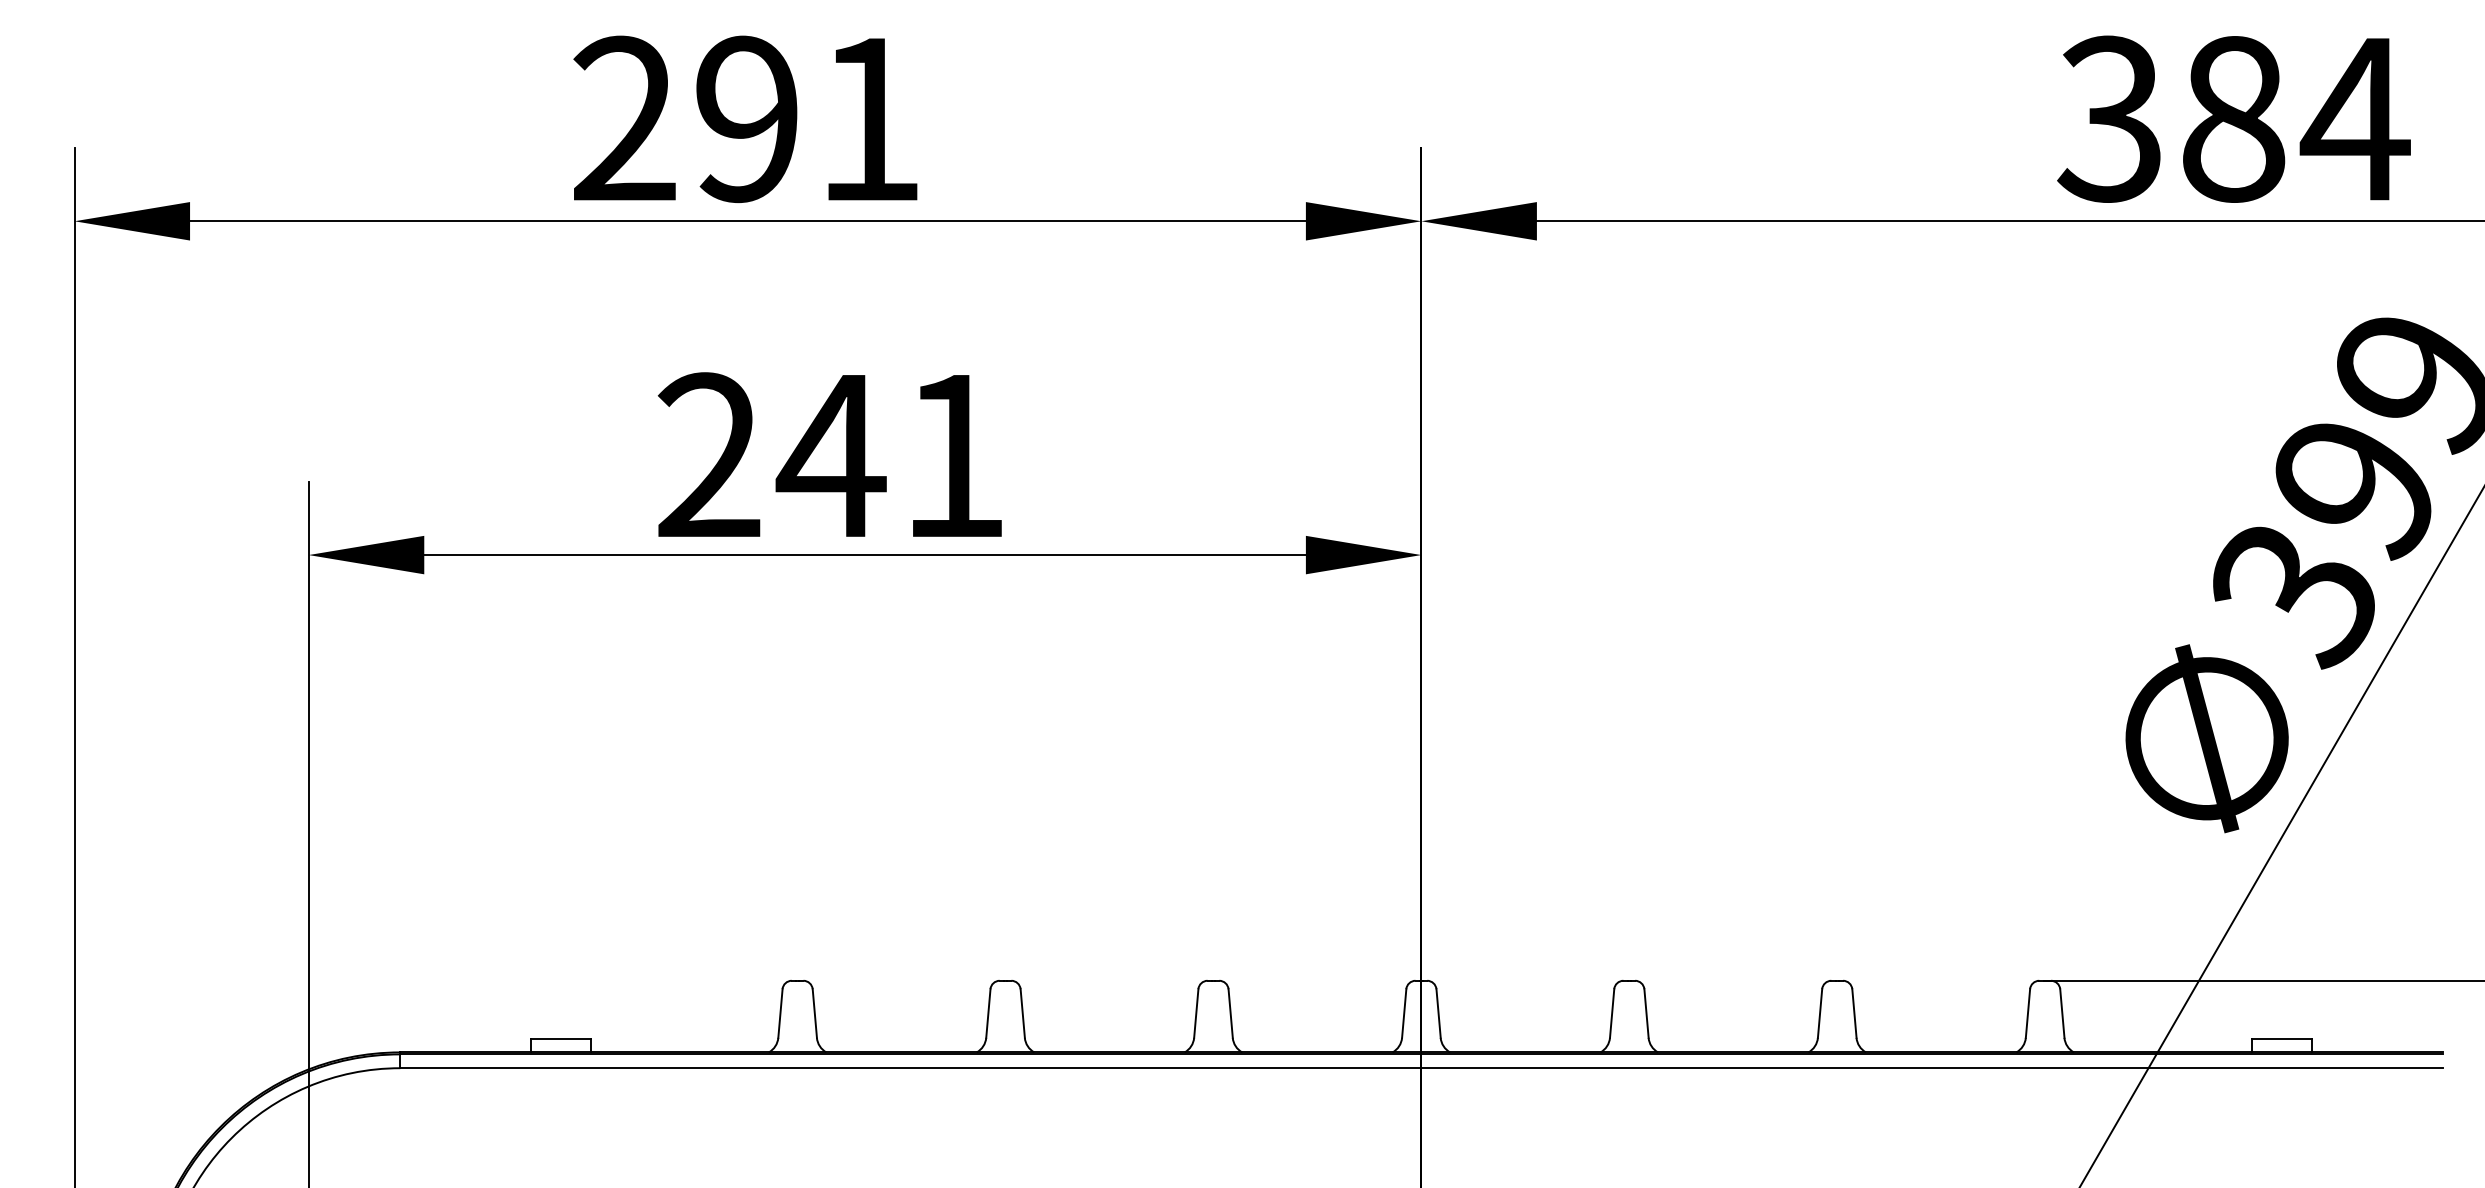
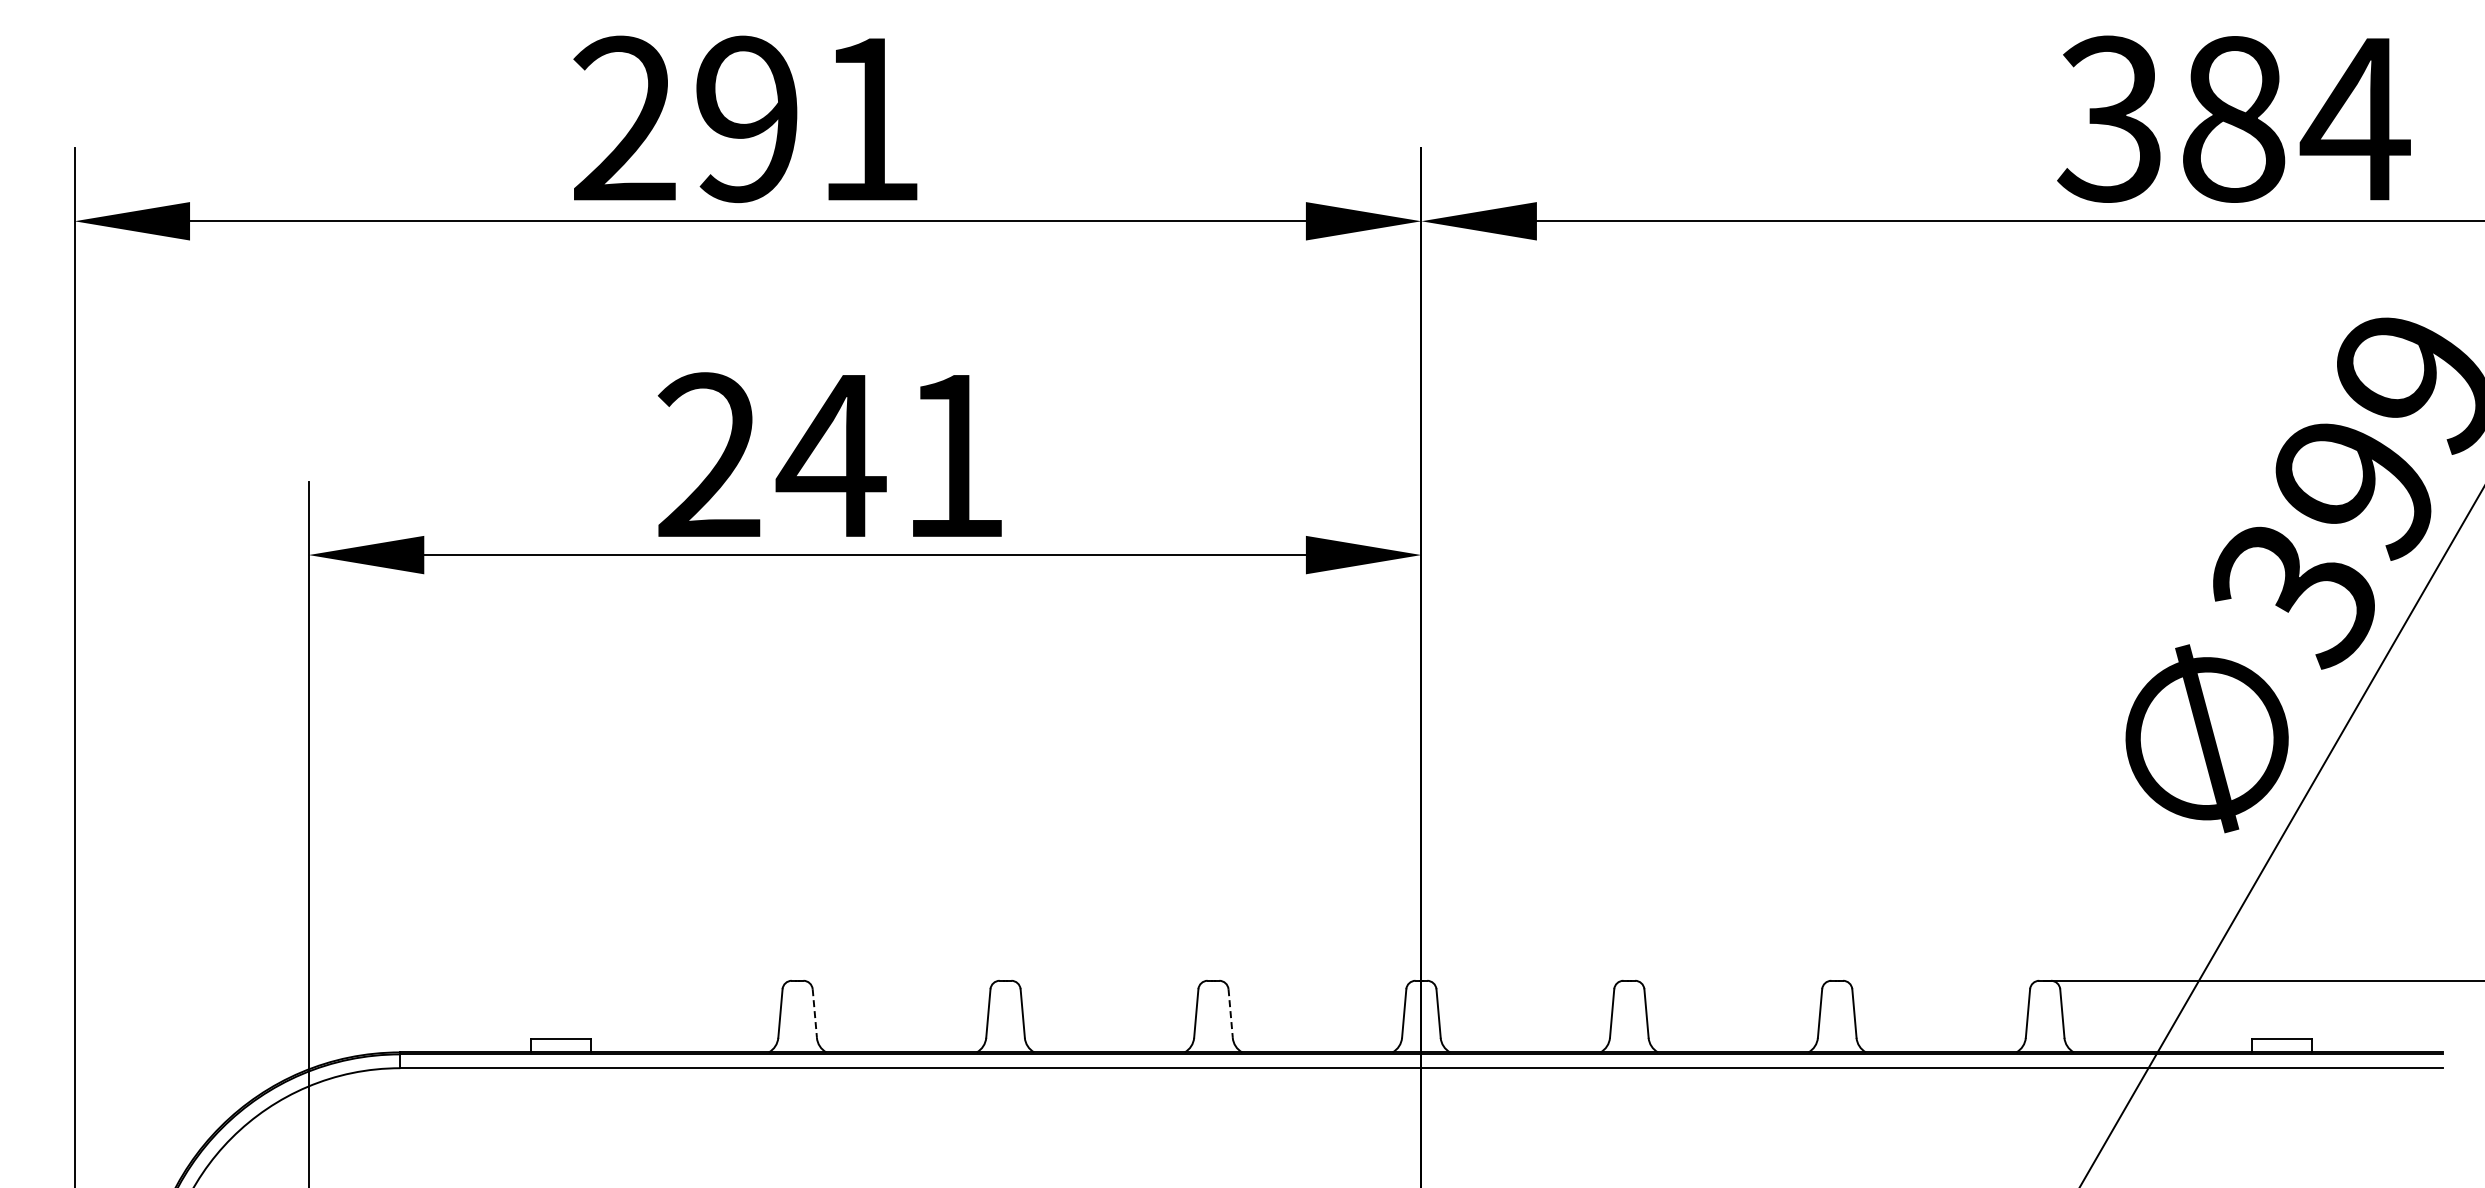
line at (814, 1014): solid -> dashed
line at (1230, 1014): solid -> dashed
